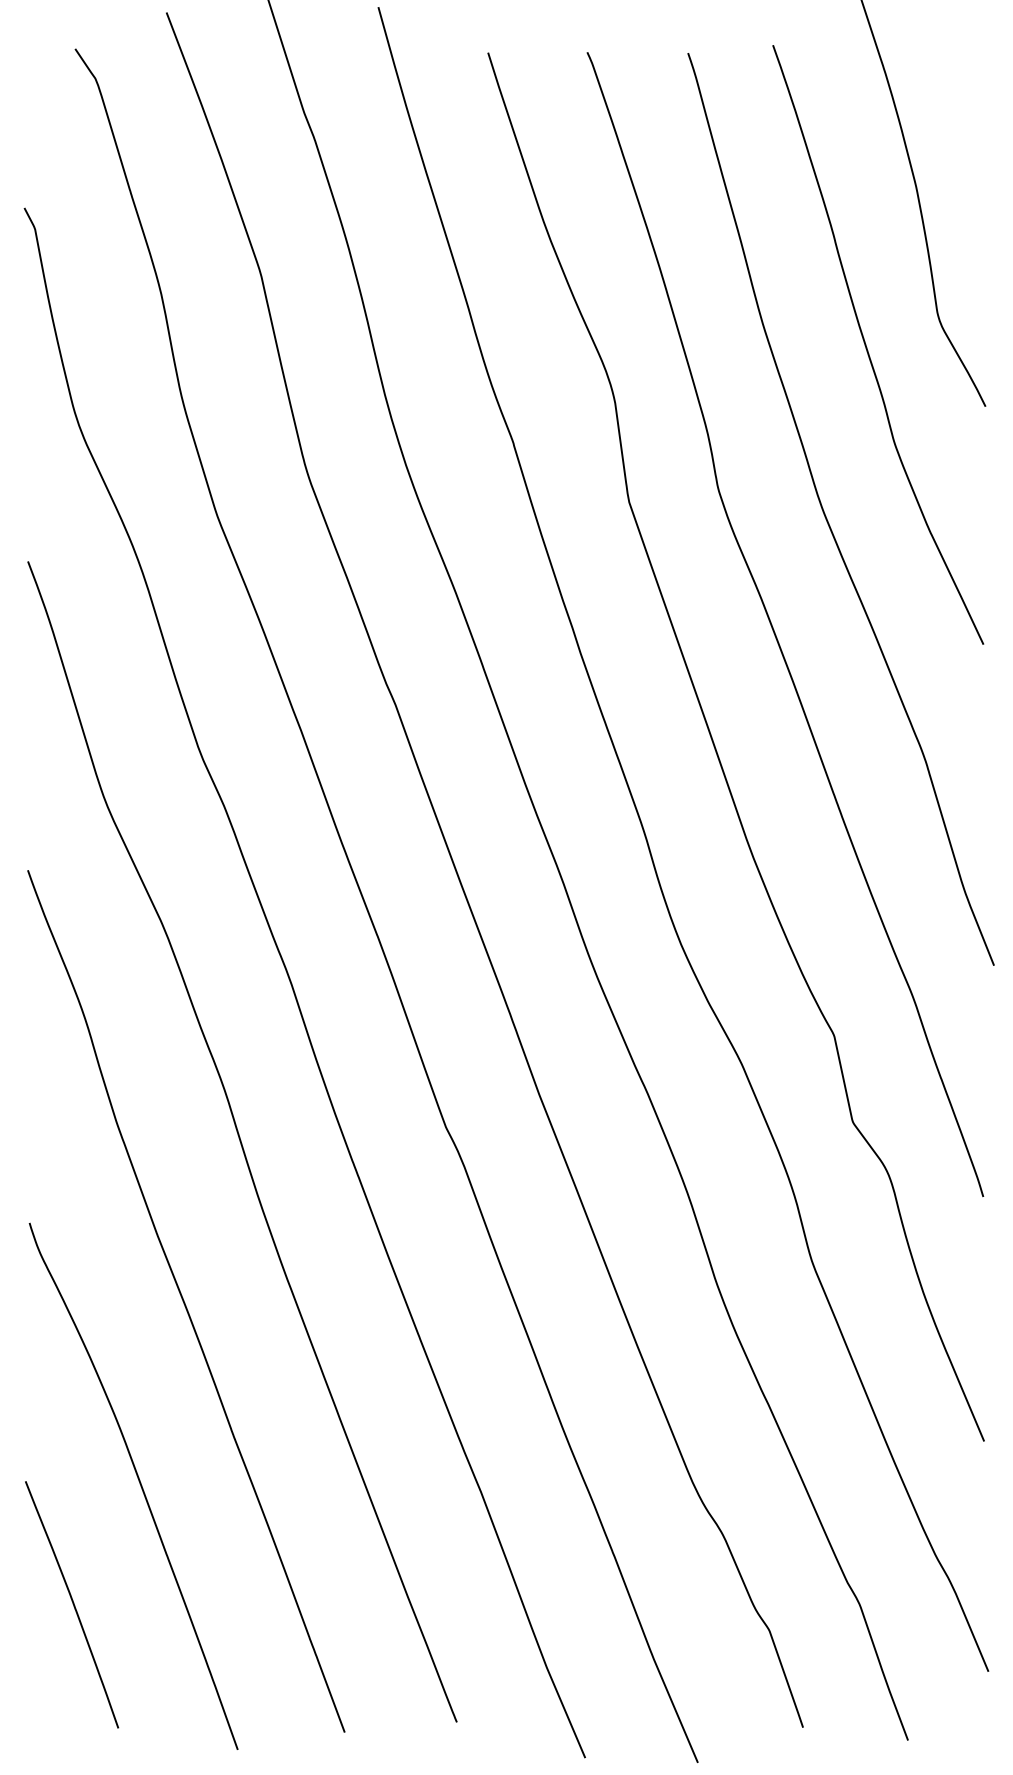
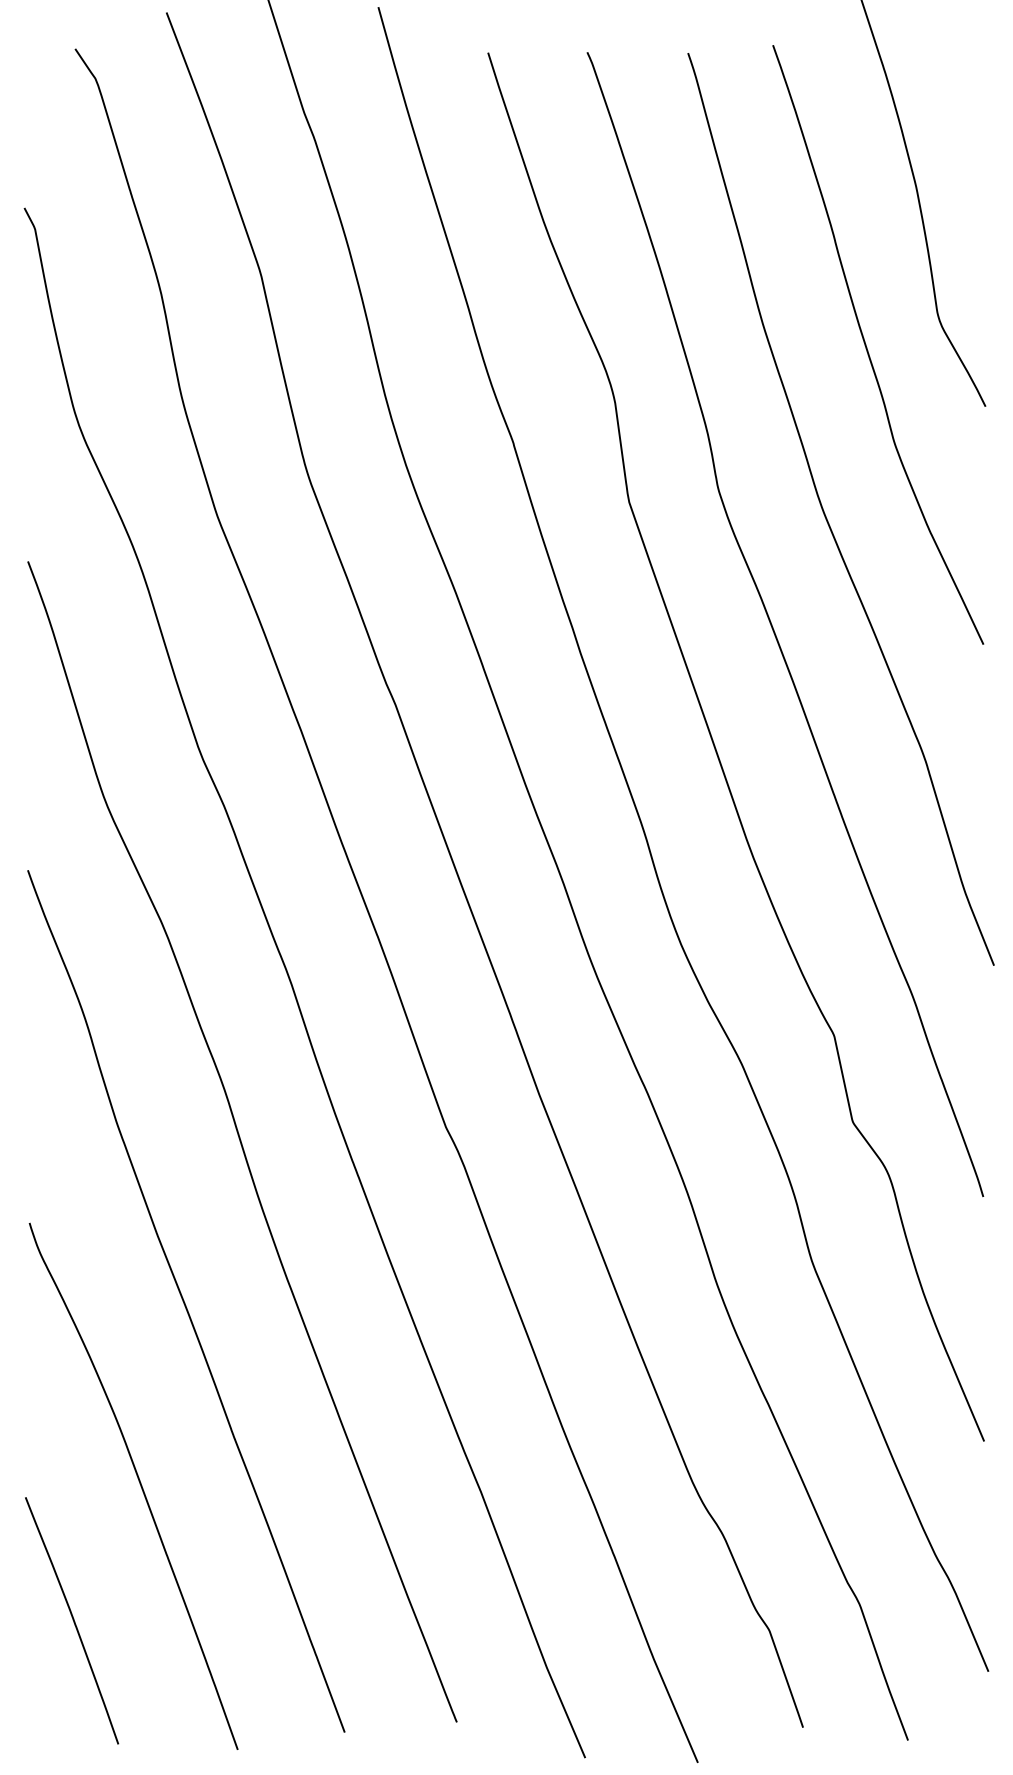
curve at (72, 1604) position: (72, 1604) -> (72, 1620)
